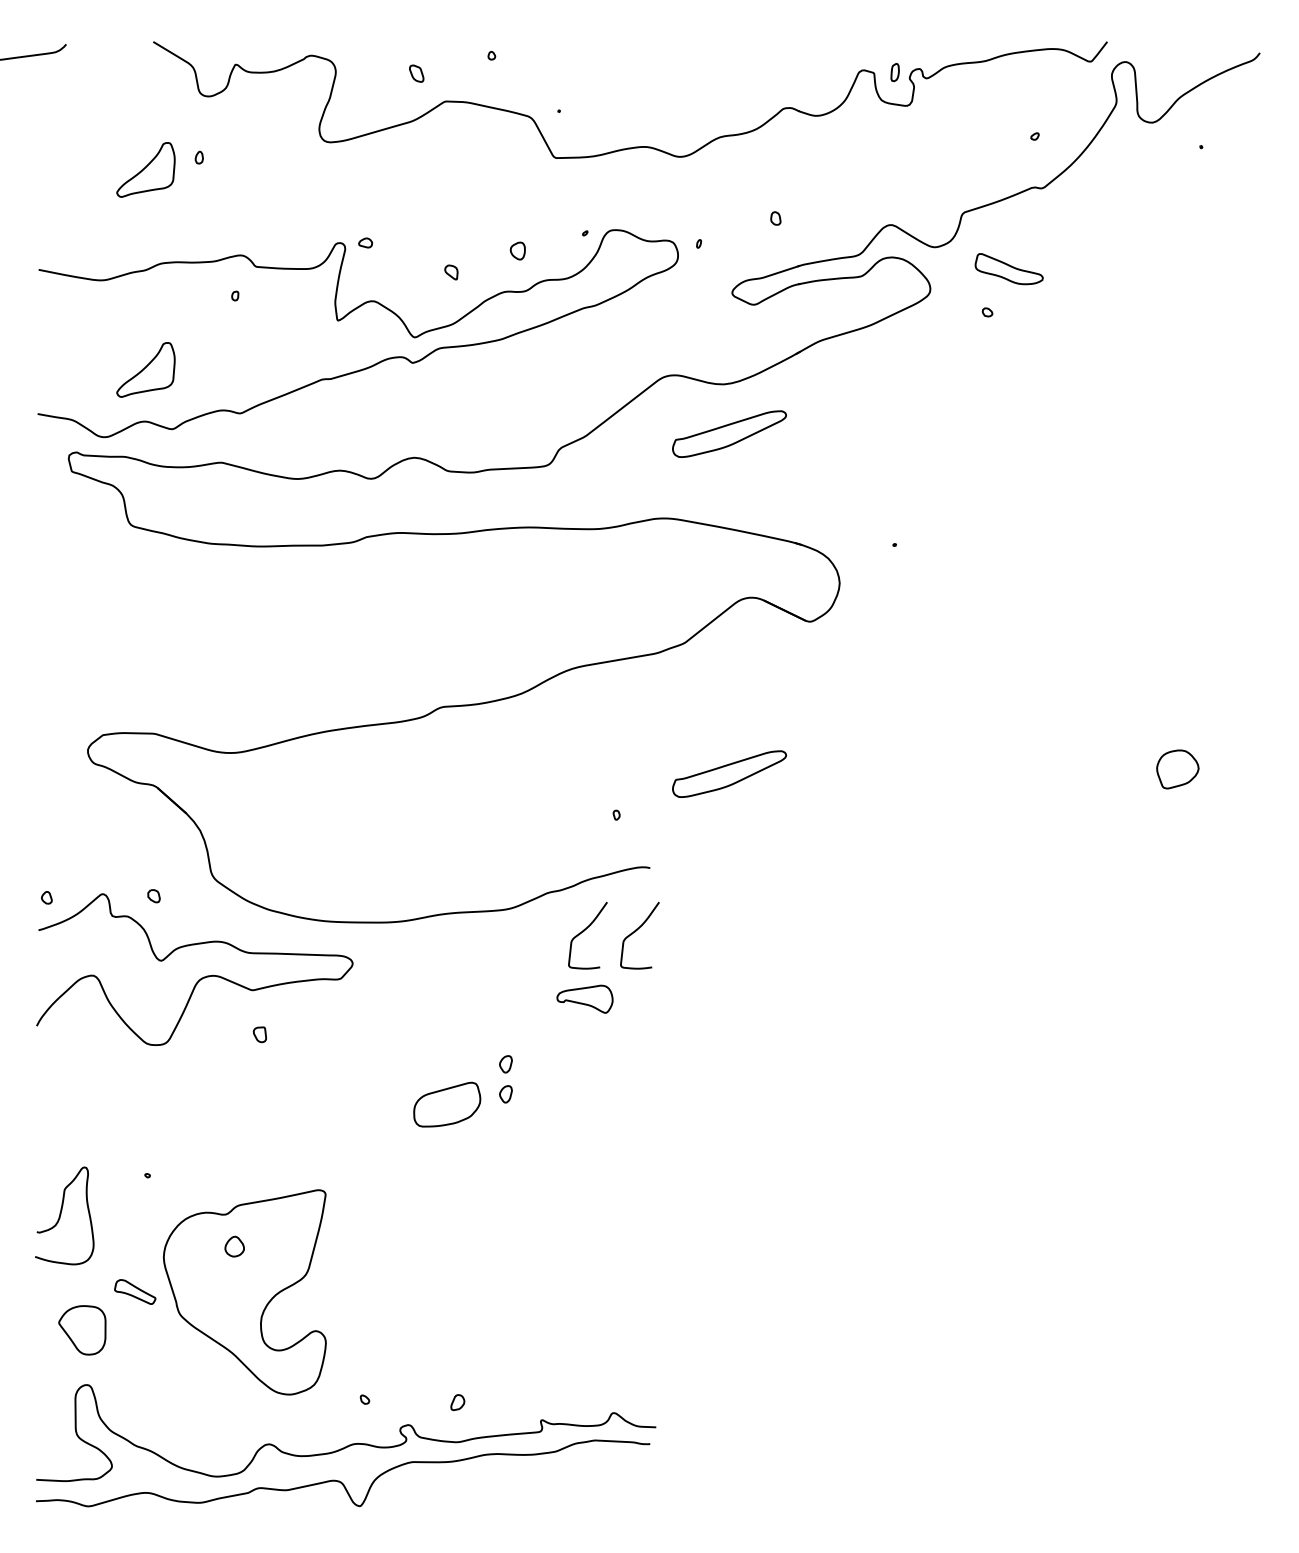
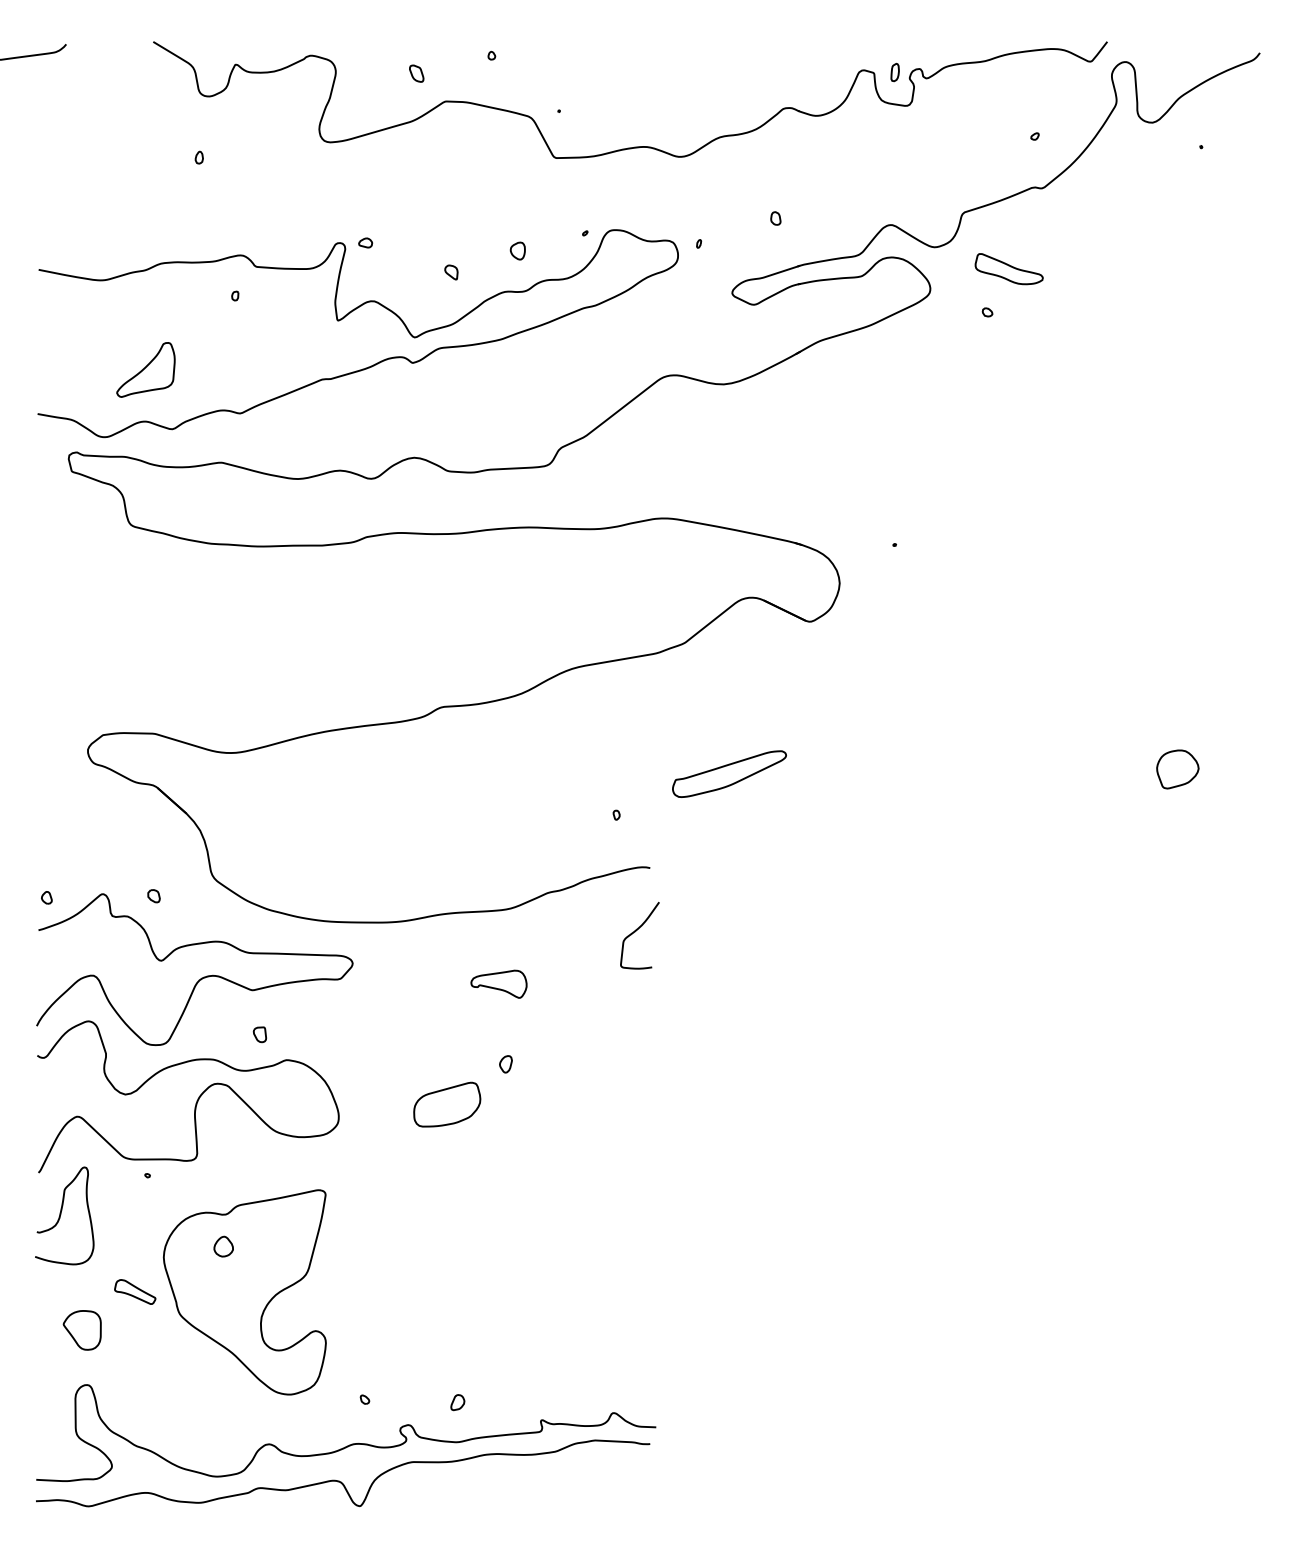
part at (145, 169): present -> none
part at (729, 433): present -> none
curve at (584, 931): present -> none
part at (584, 998) position: (584, 998) -> (498, 983)
part at (505, 1094): present -> none
curve at (196, 1100): none -> present
part at (234, 1246) position: (234, 1246) -> (223, 1246)
part at (82, 1330) size: 49x51 px -> 40x41 px
